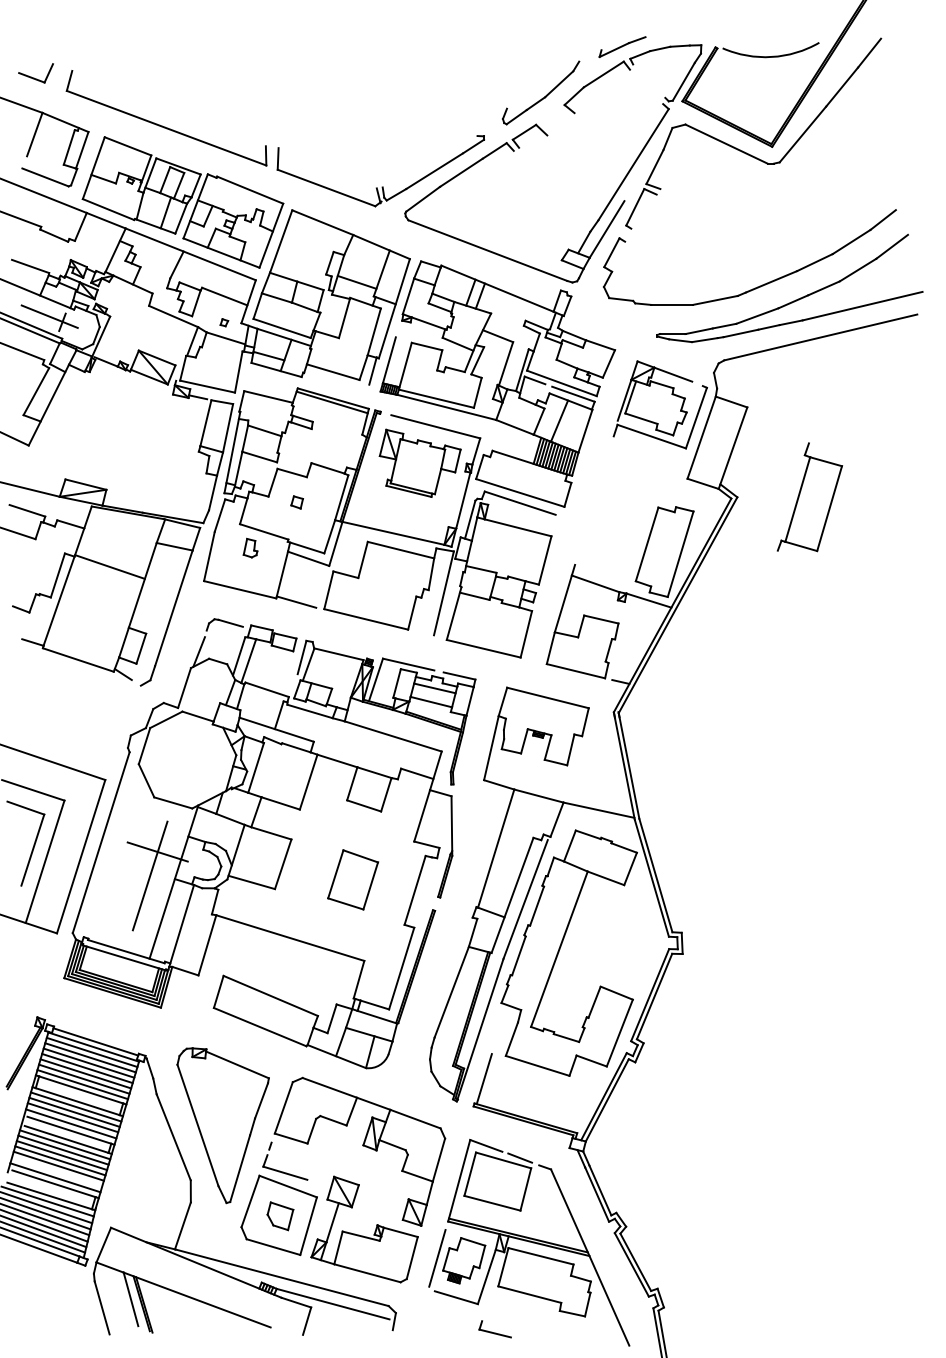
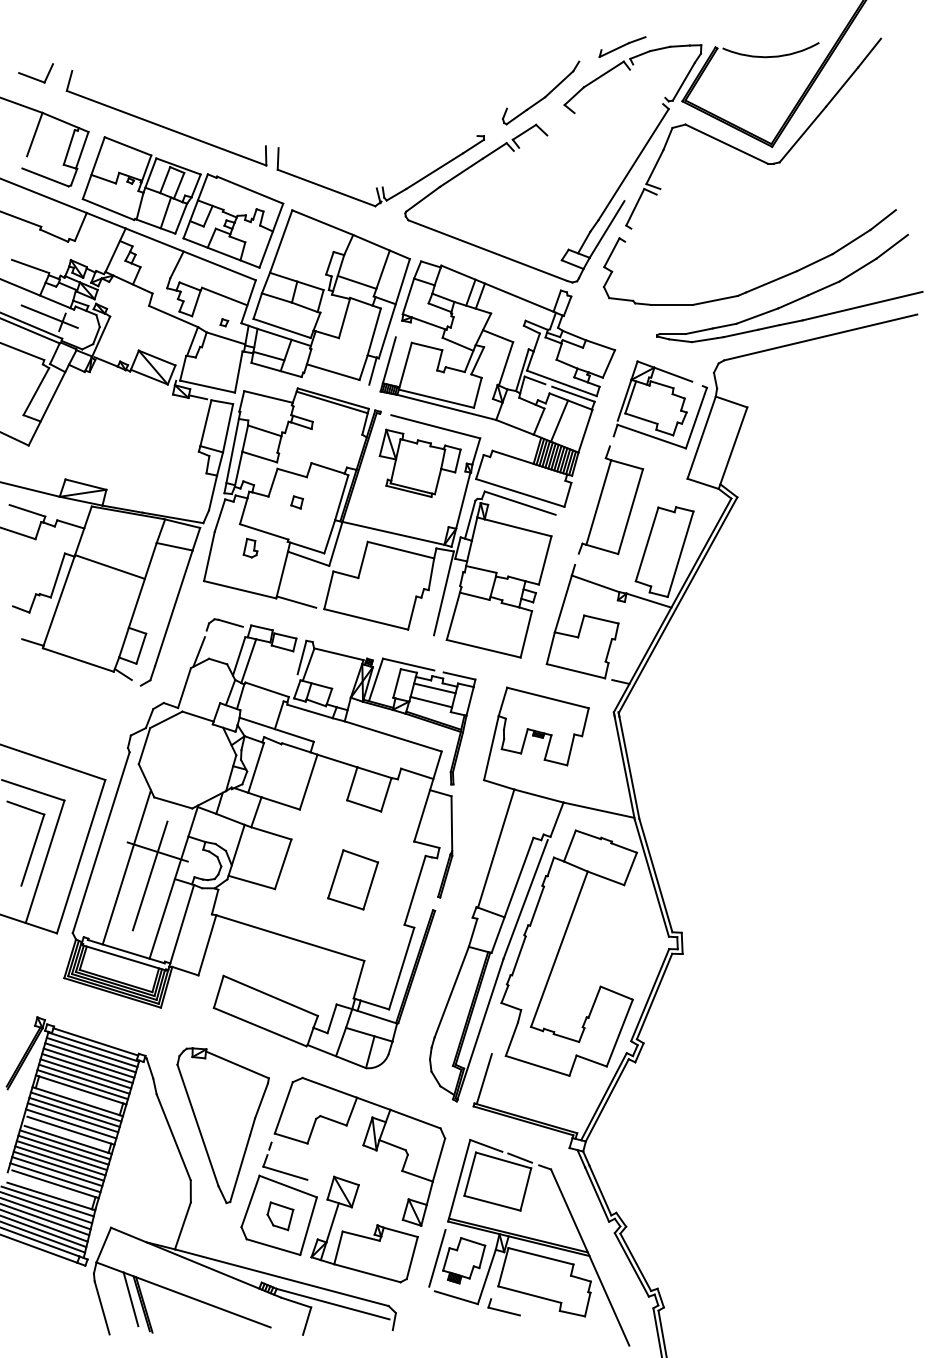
part at (809, 497) position: (809, 497) -> (610, 500)
line at (126, 867): none -> present
line at (57, 1171): none -> present
part at (494, 1329) position: (494, 1329) -> (503, 1307)
